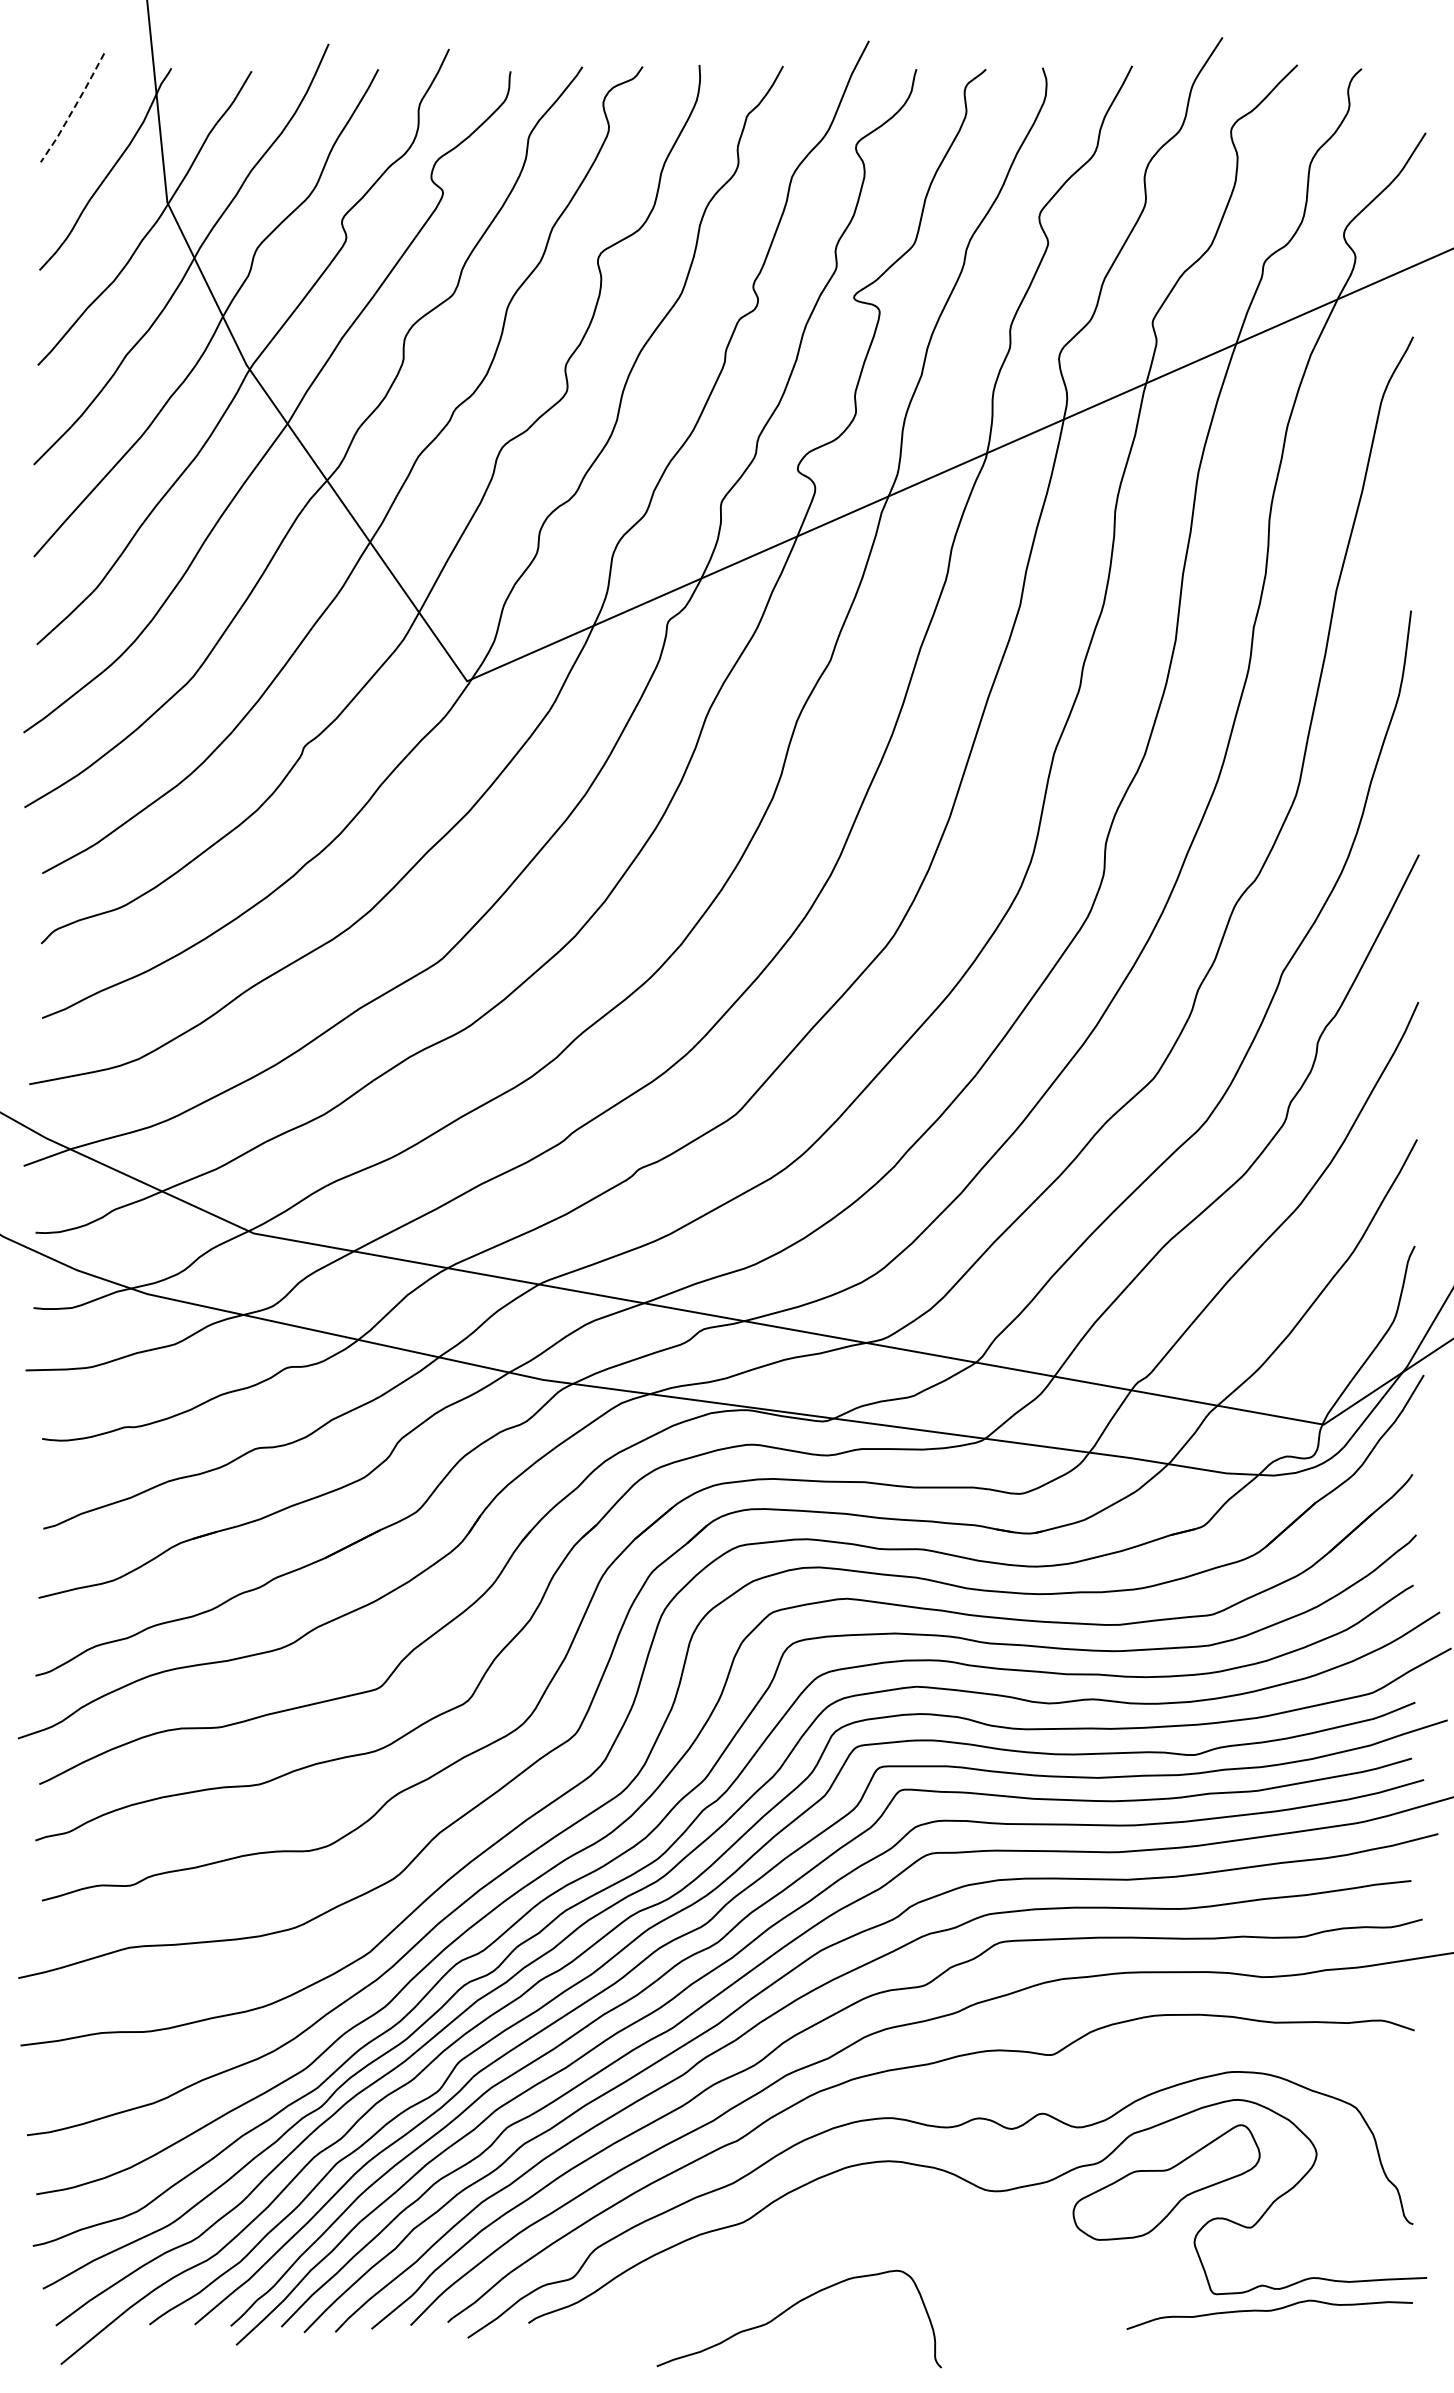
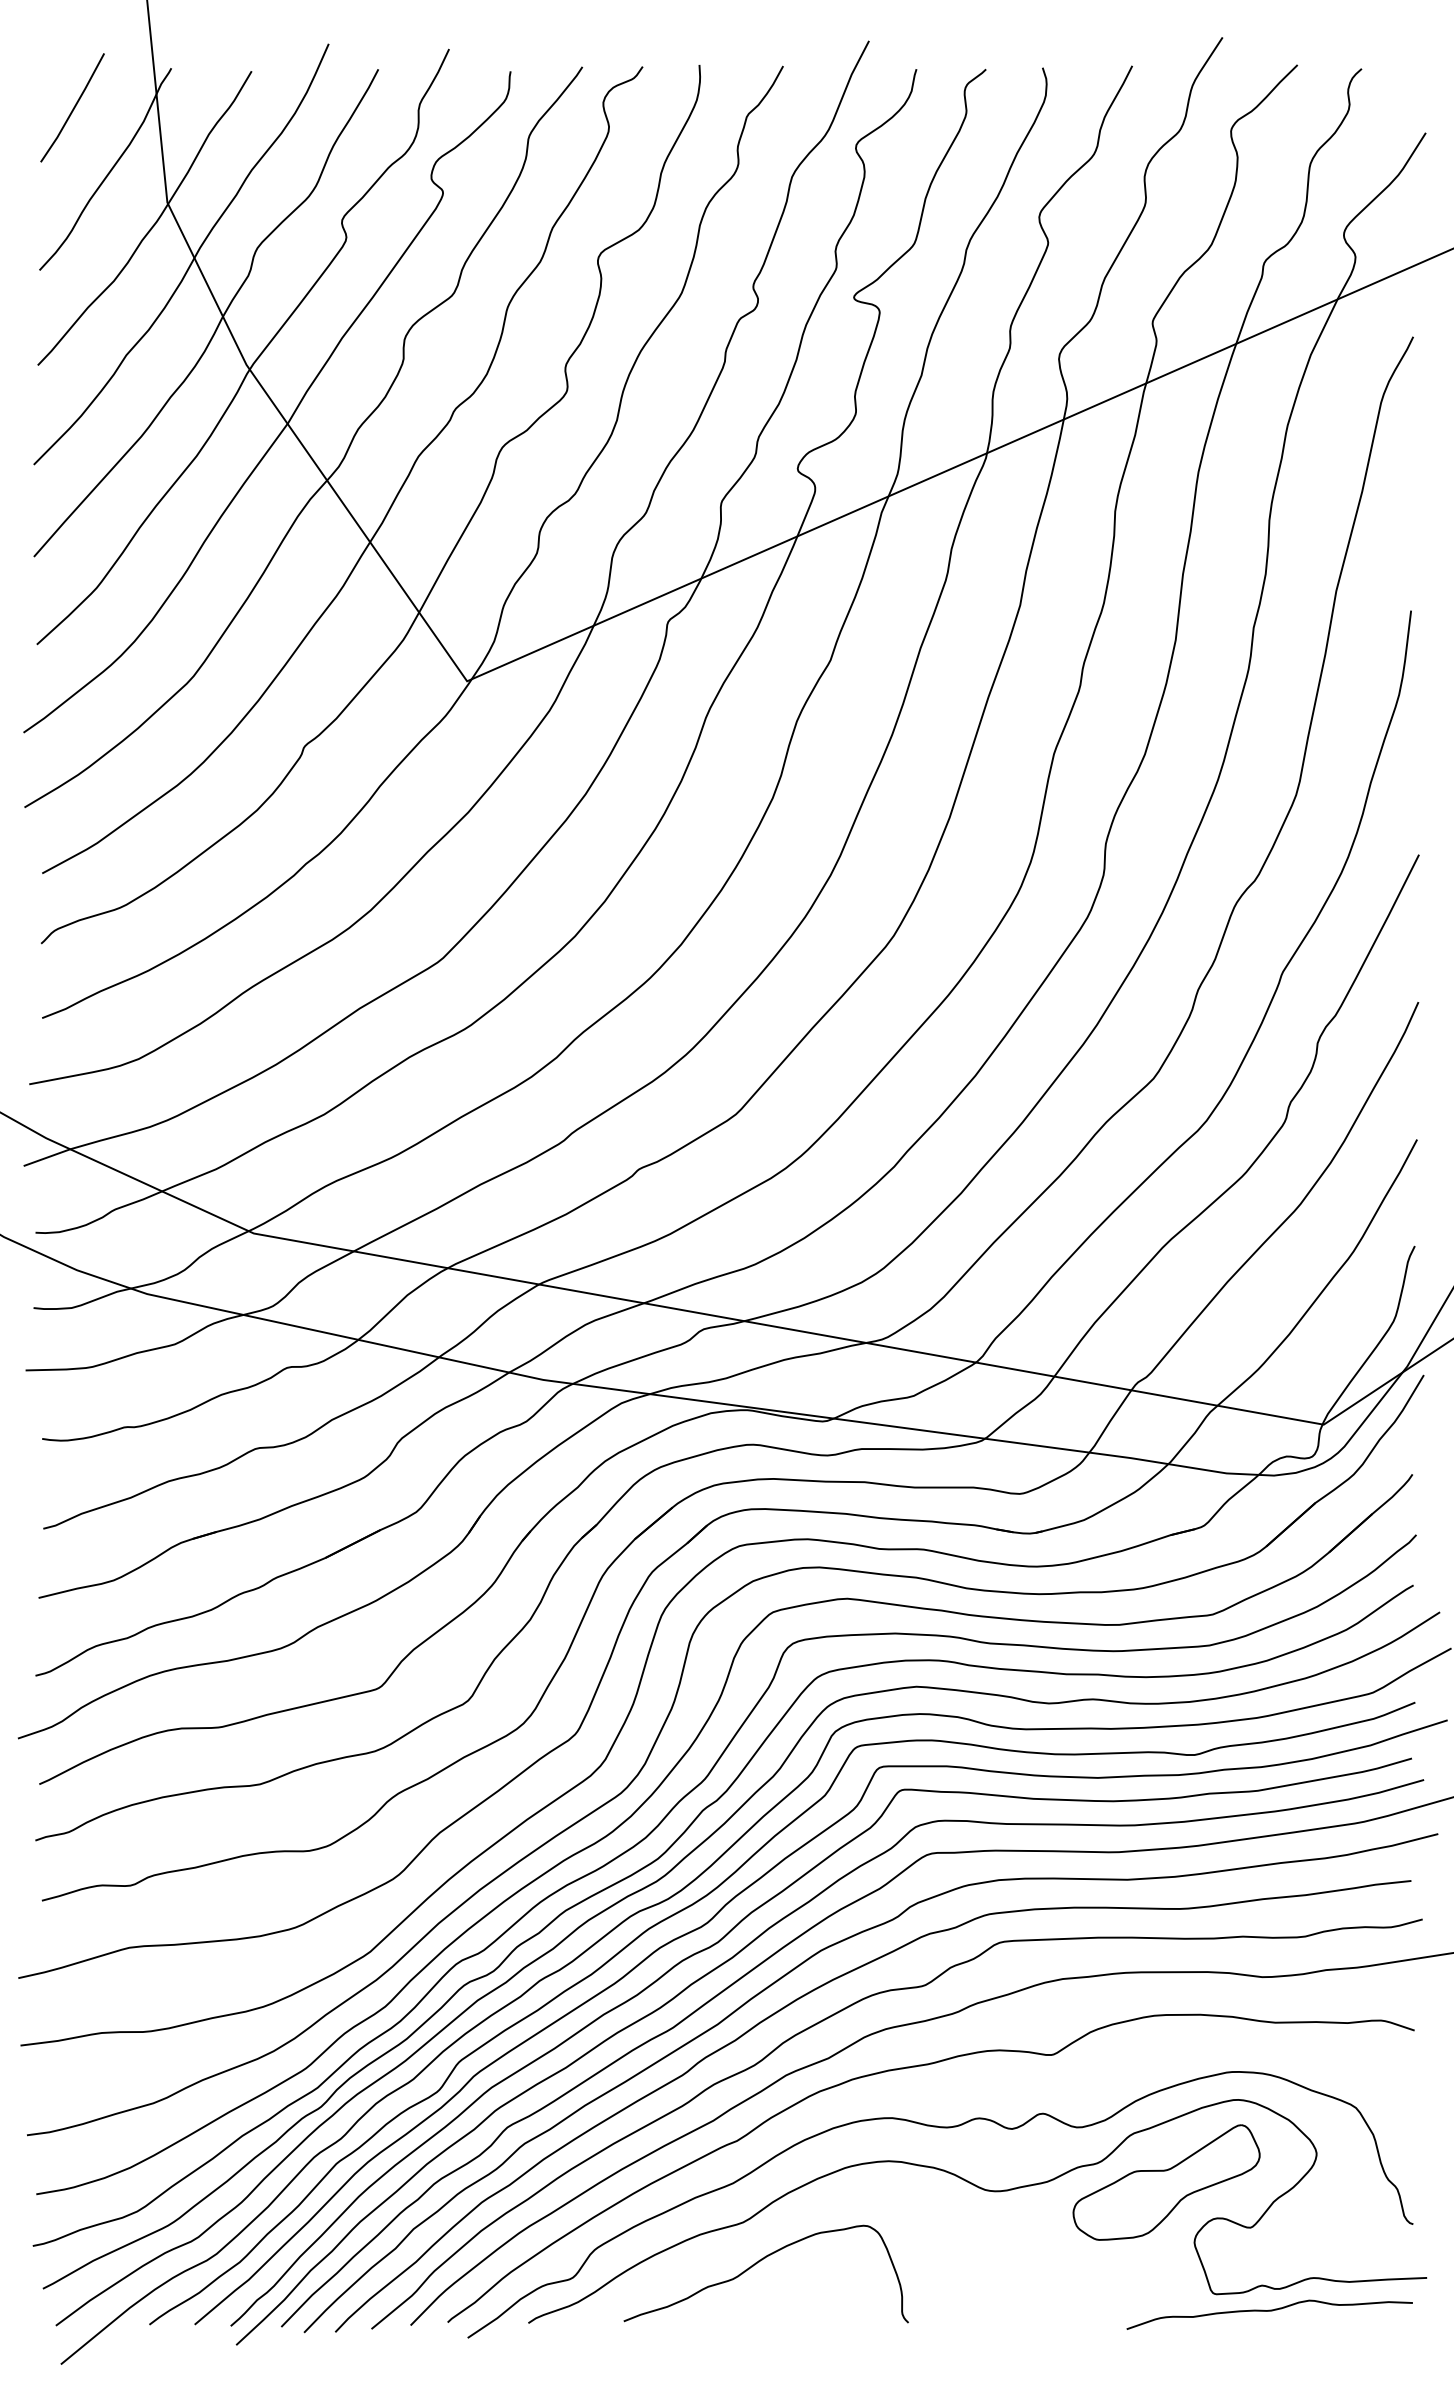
line at (73, 108): dashed -> solid
curve at (792, 2307) position: (792, 2307) -> (759, 2262)
